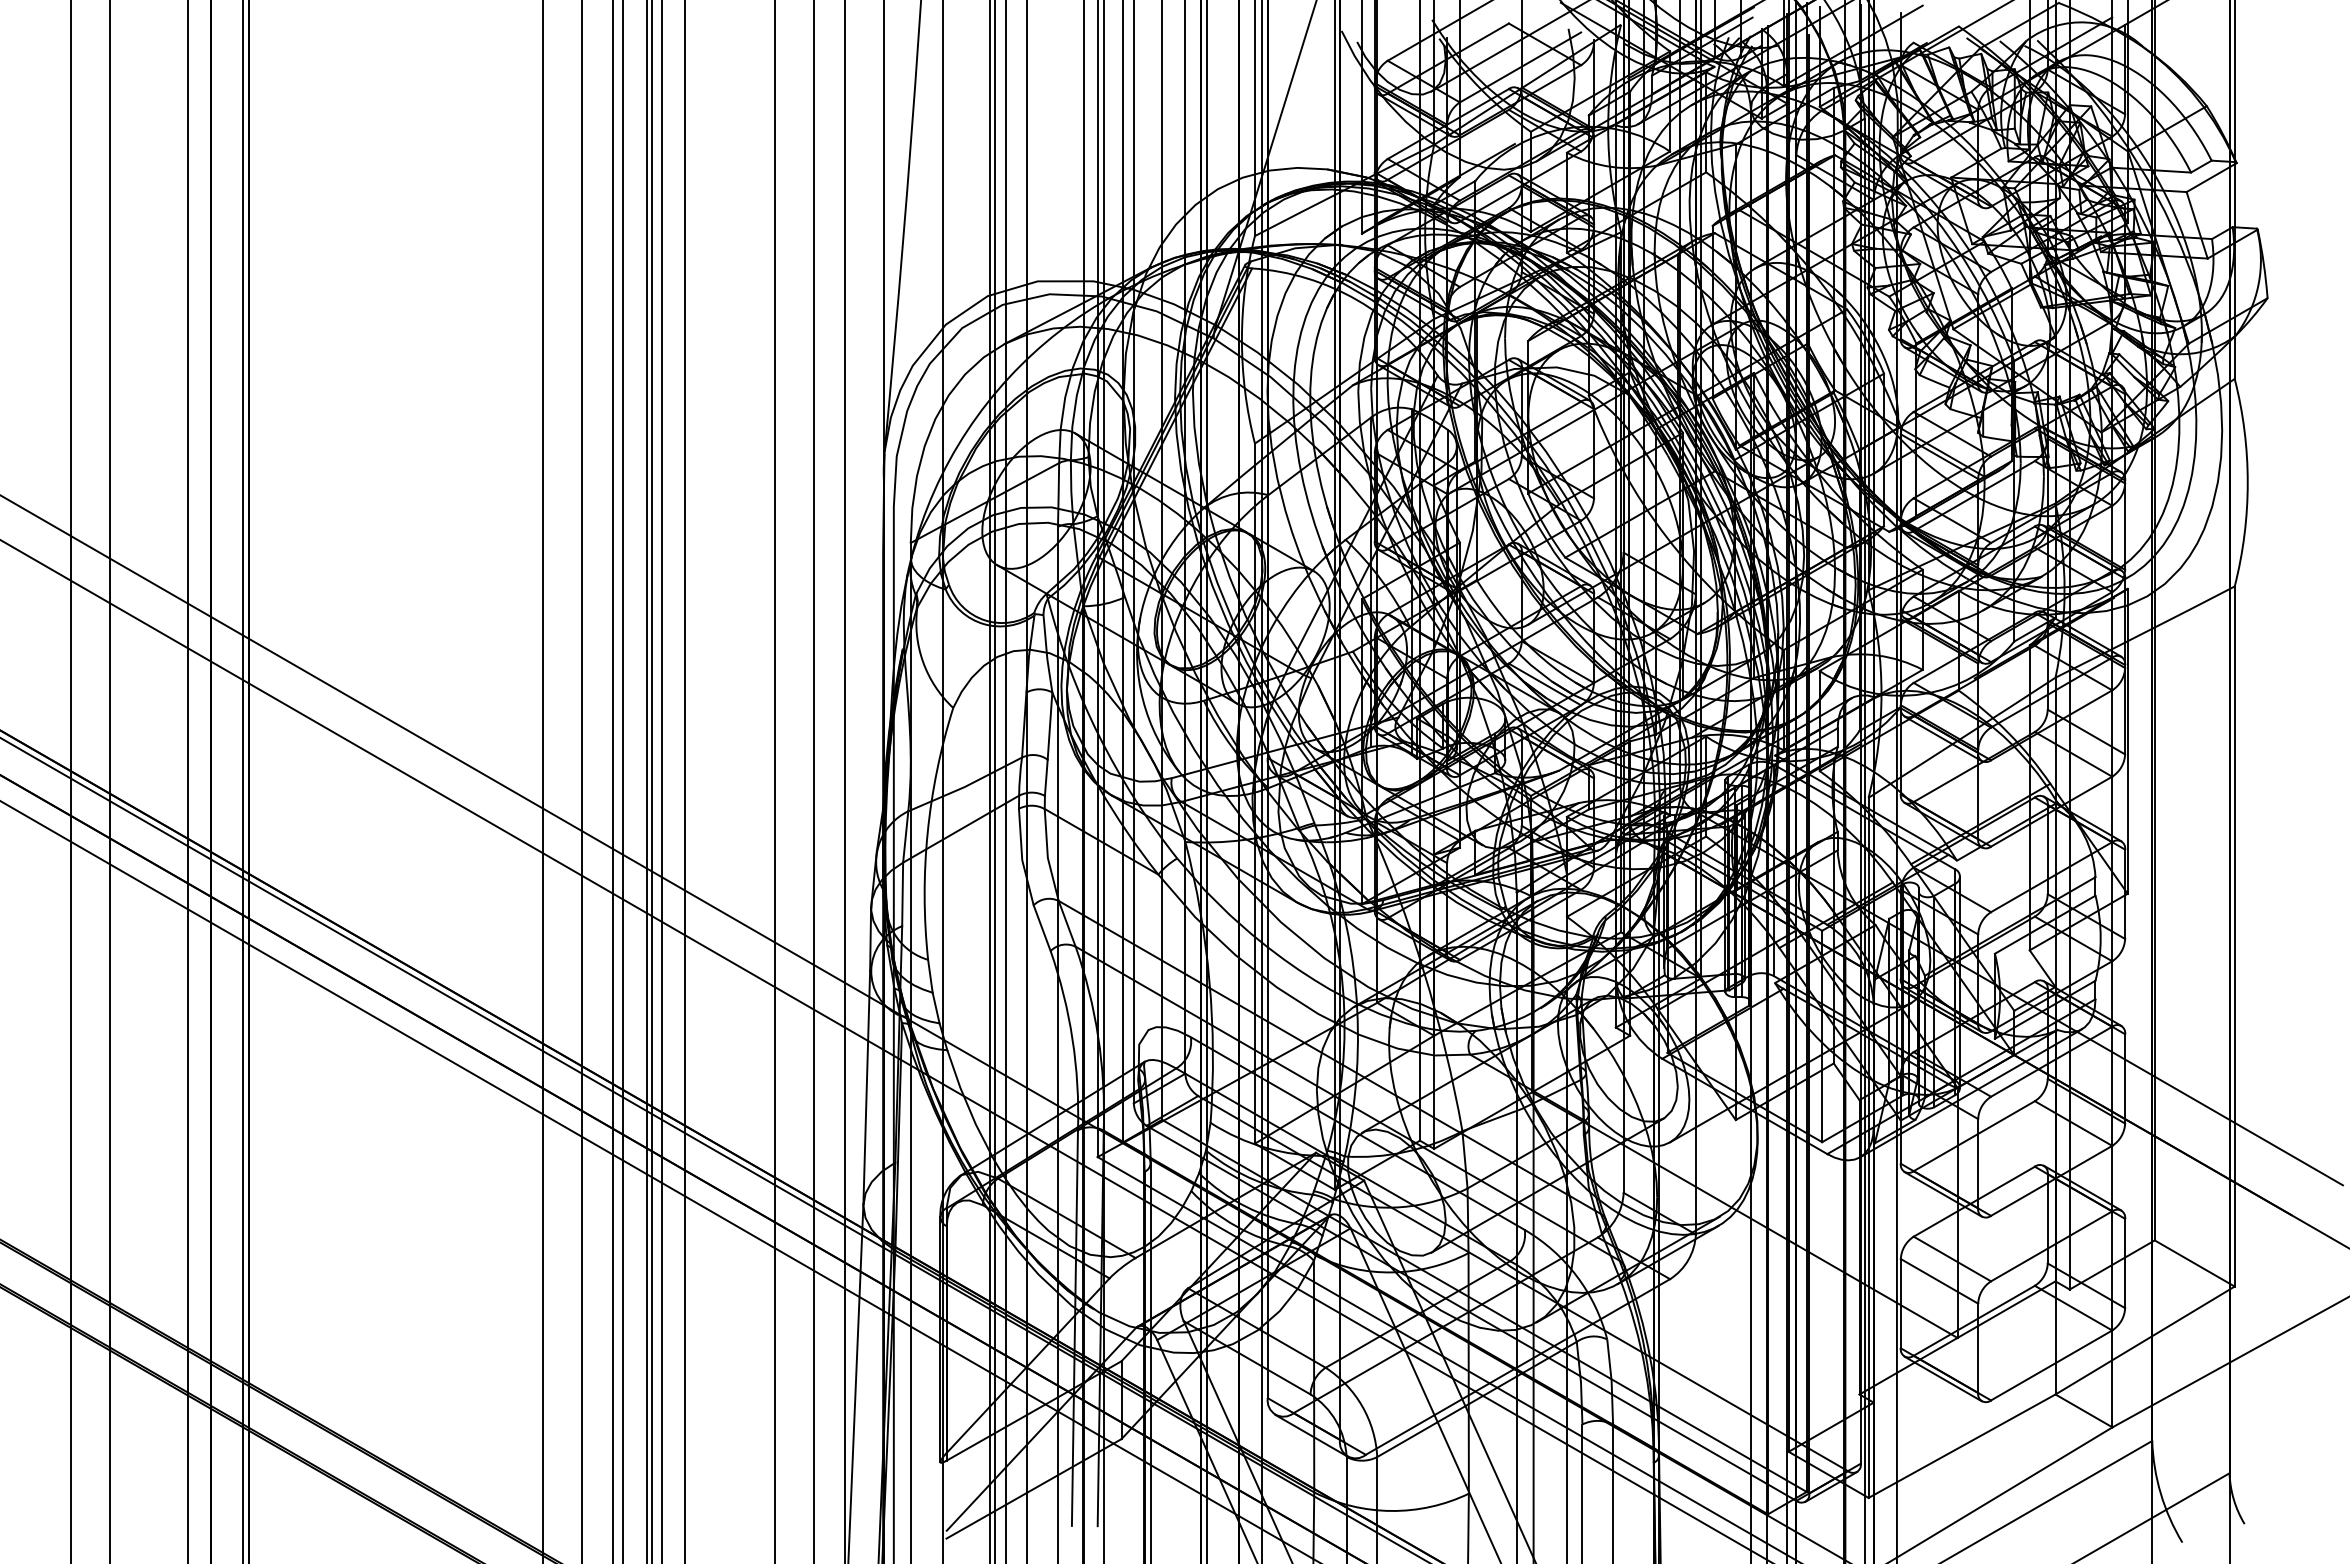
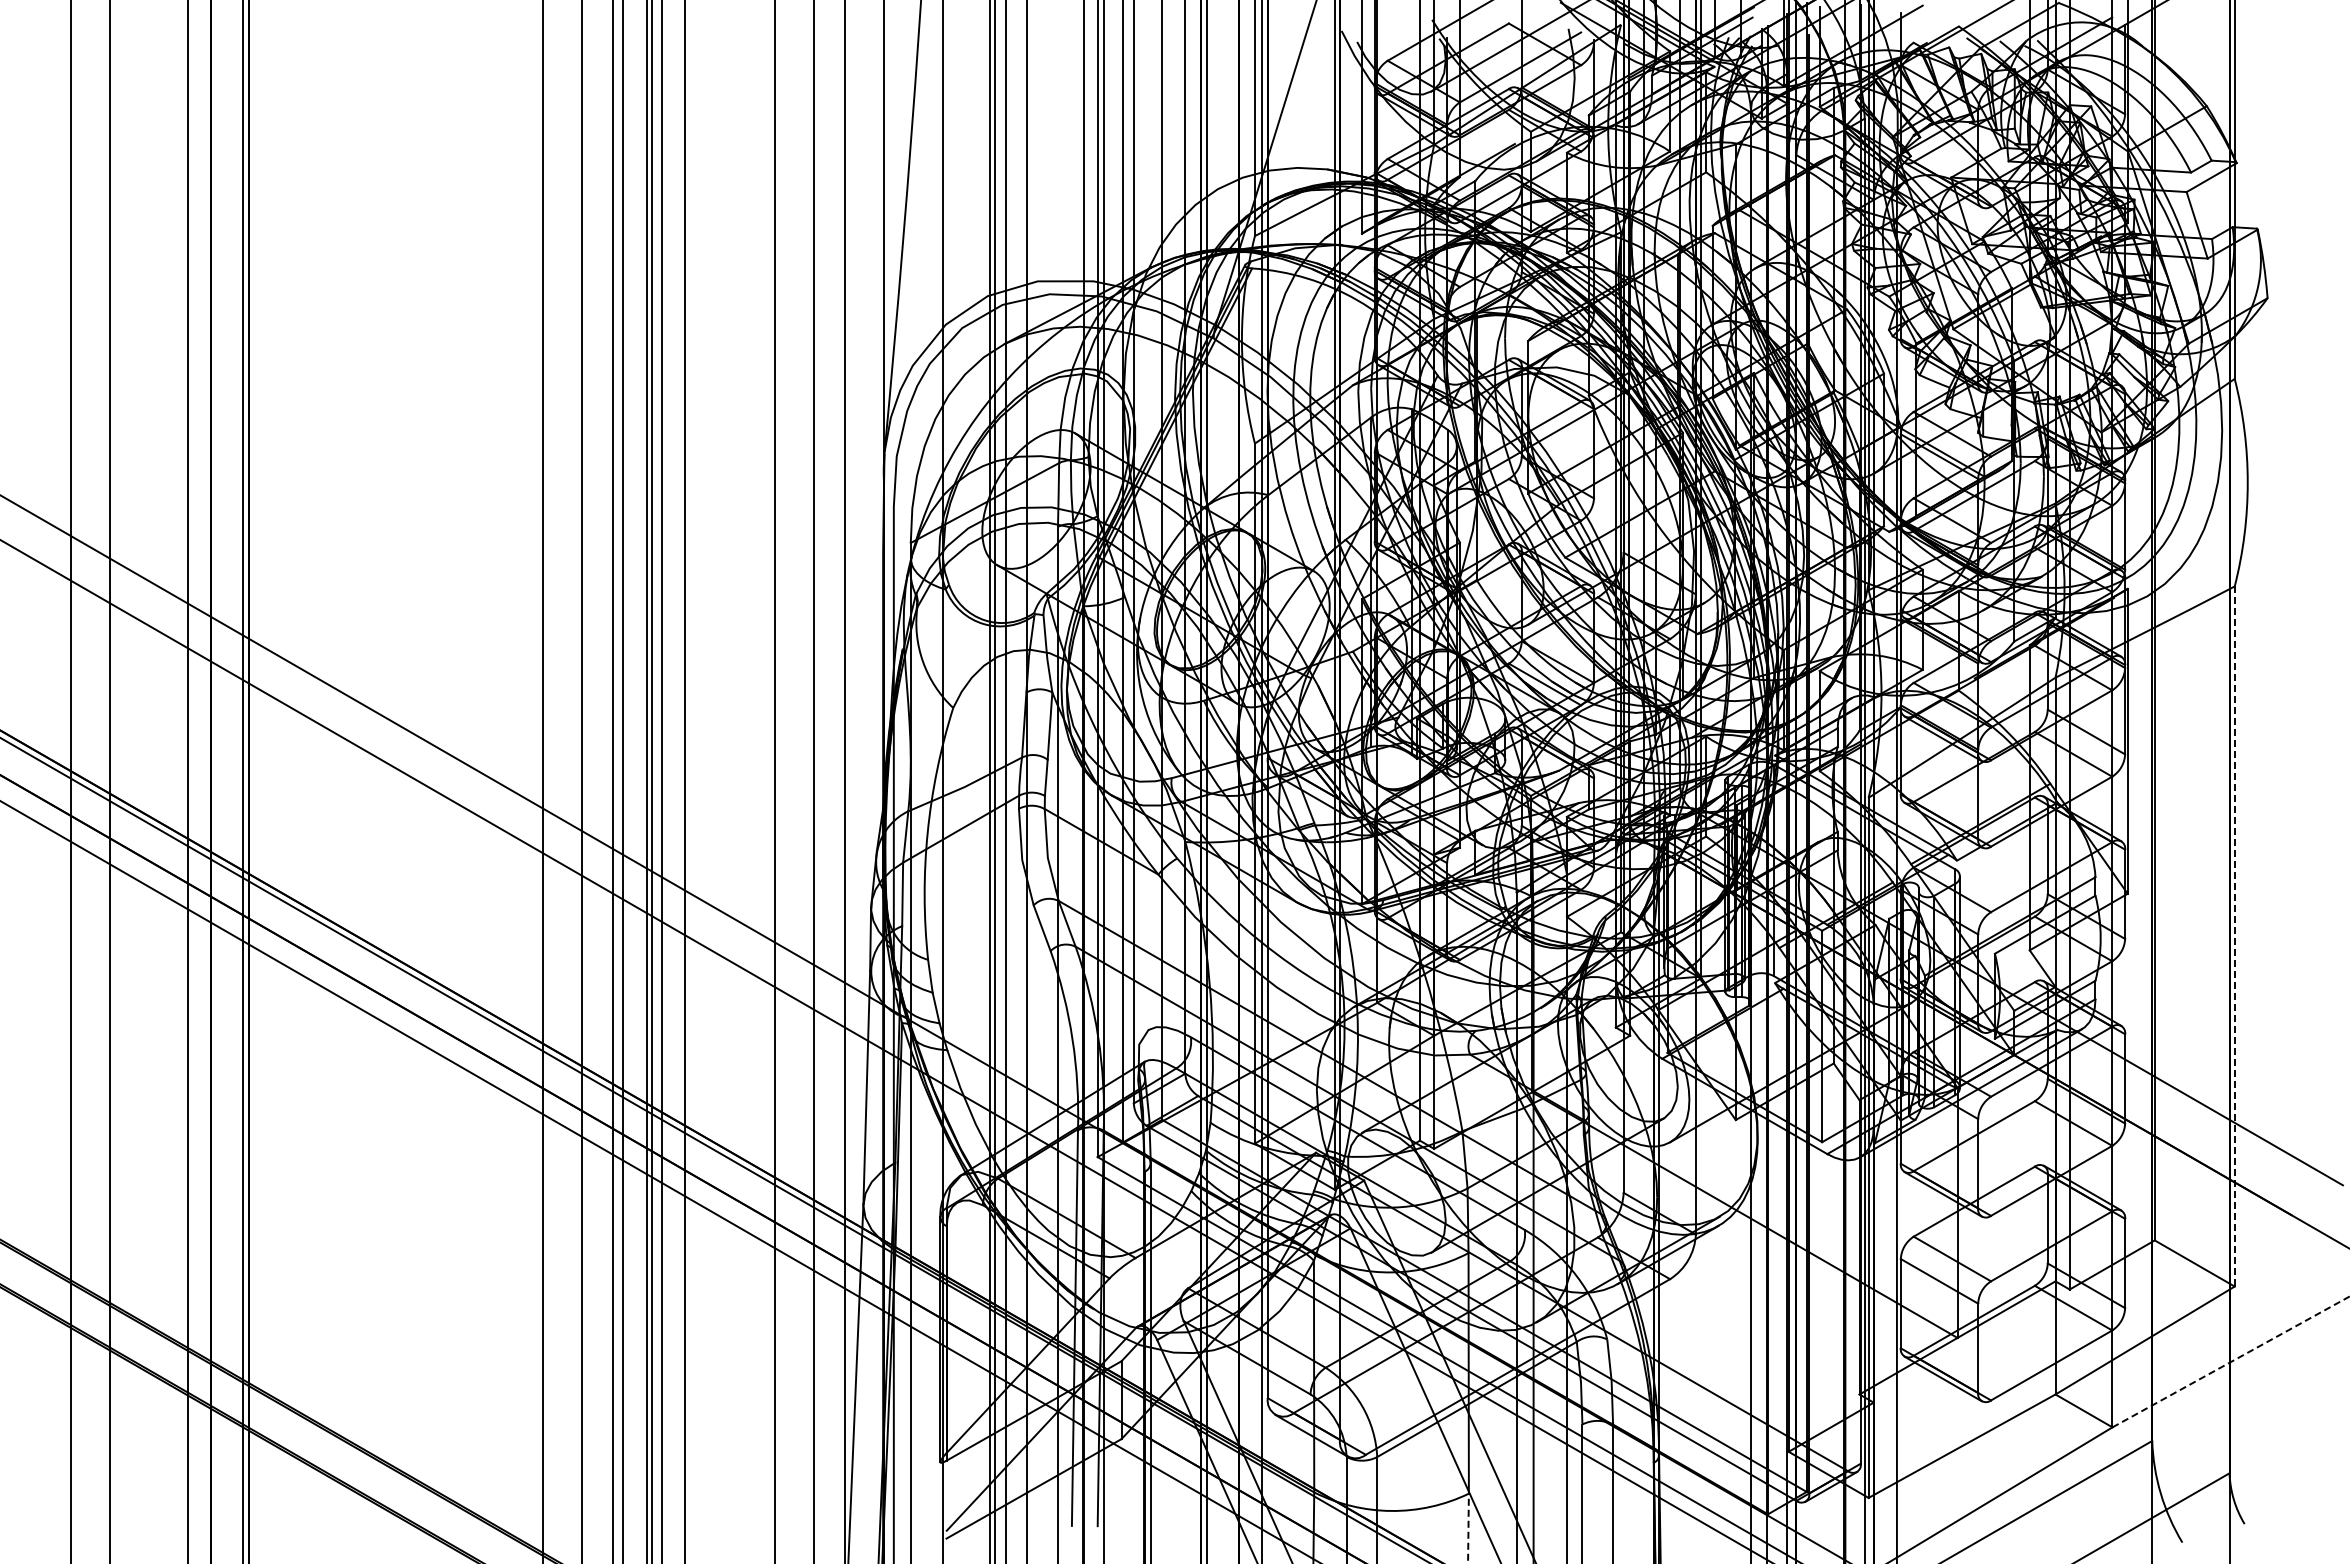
line at (2234, 937): solid -> dashed
line at (2231, 1361): solid -> dashed
line at (1468, 1528): solid -> dashed
